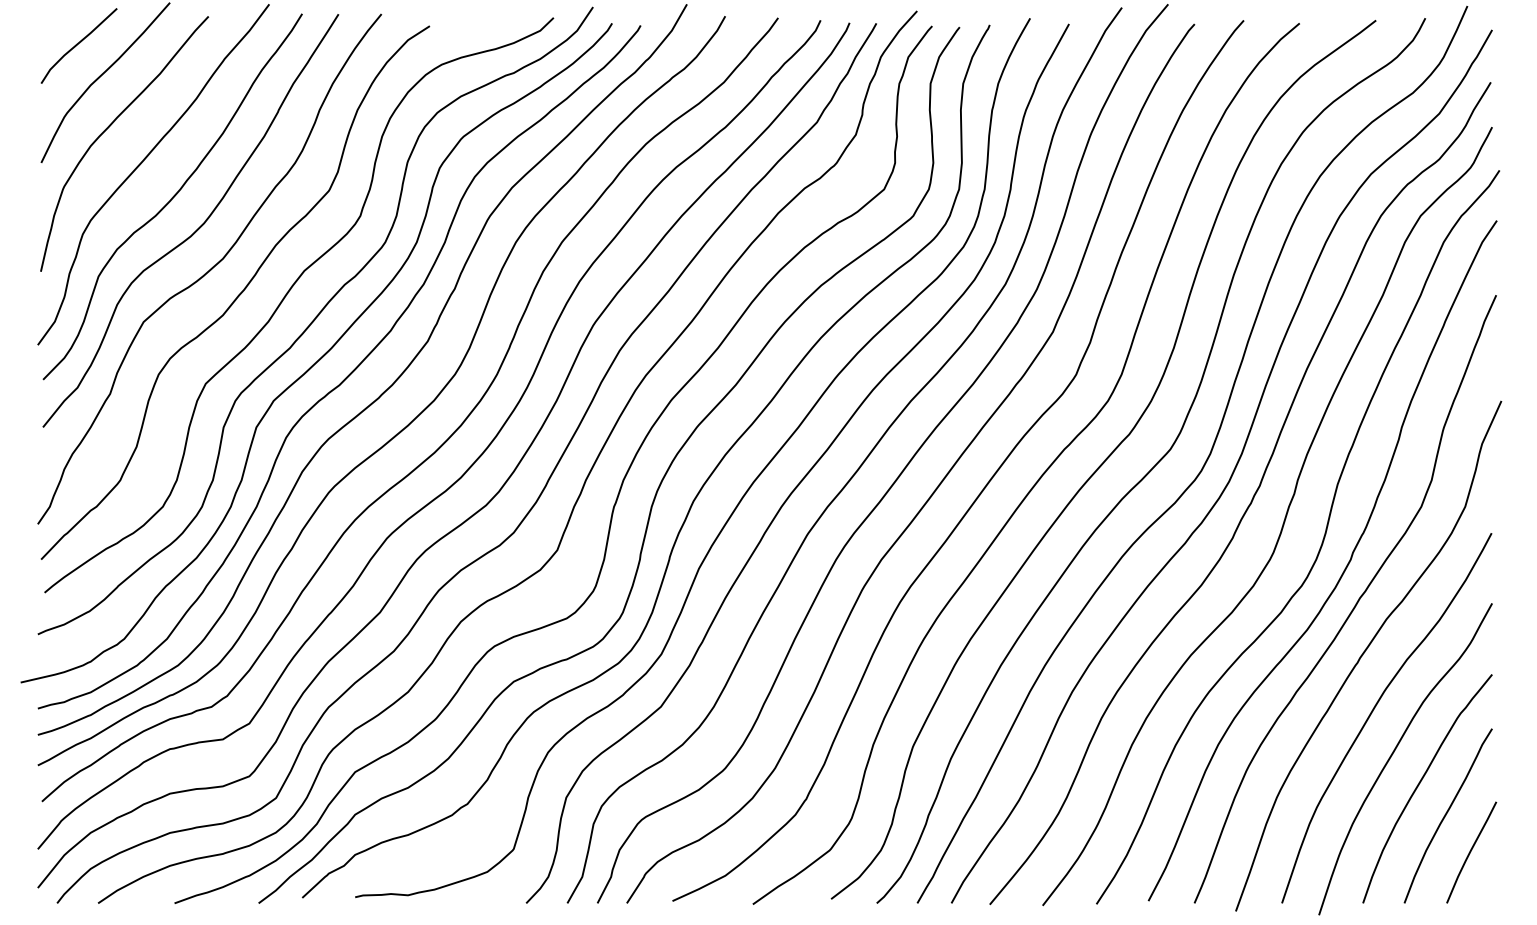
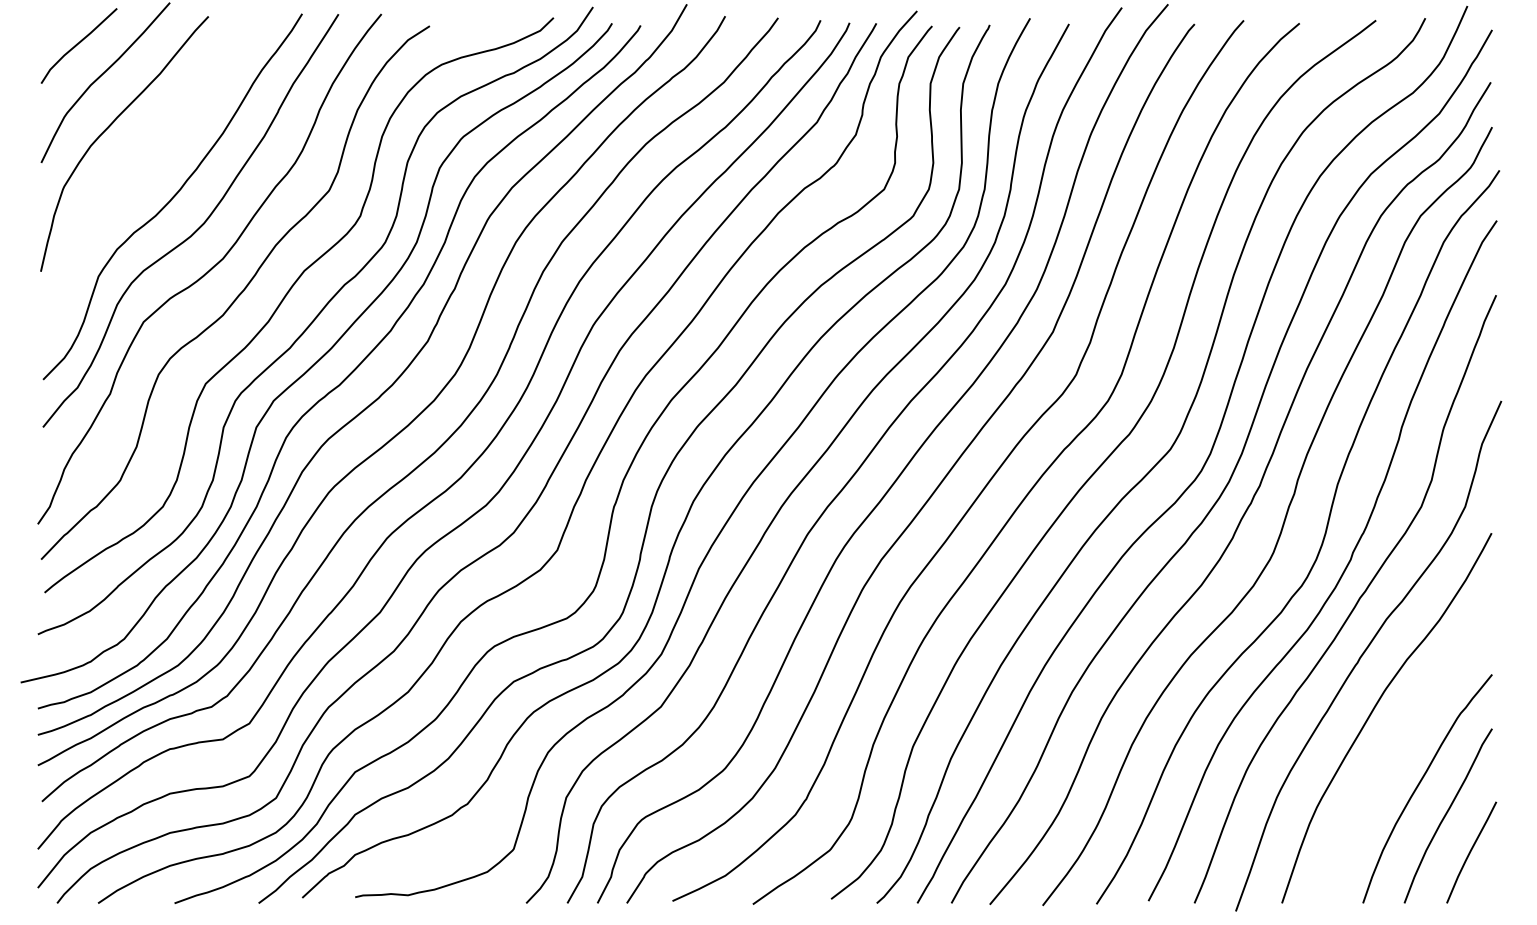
curve at (142, 163): present -> none
curve at (1393, 754): present -> none
